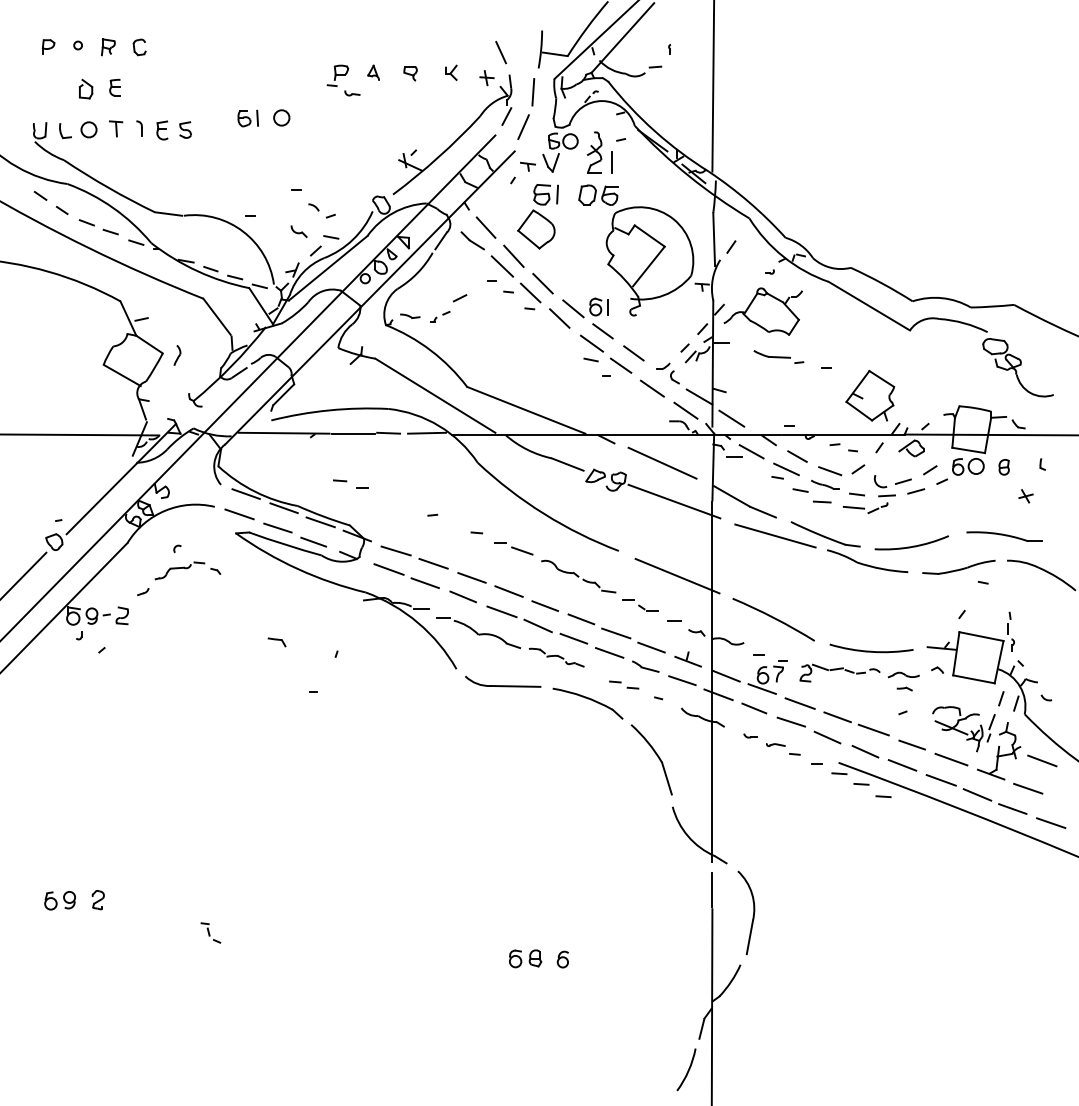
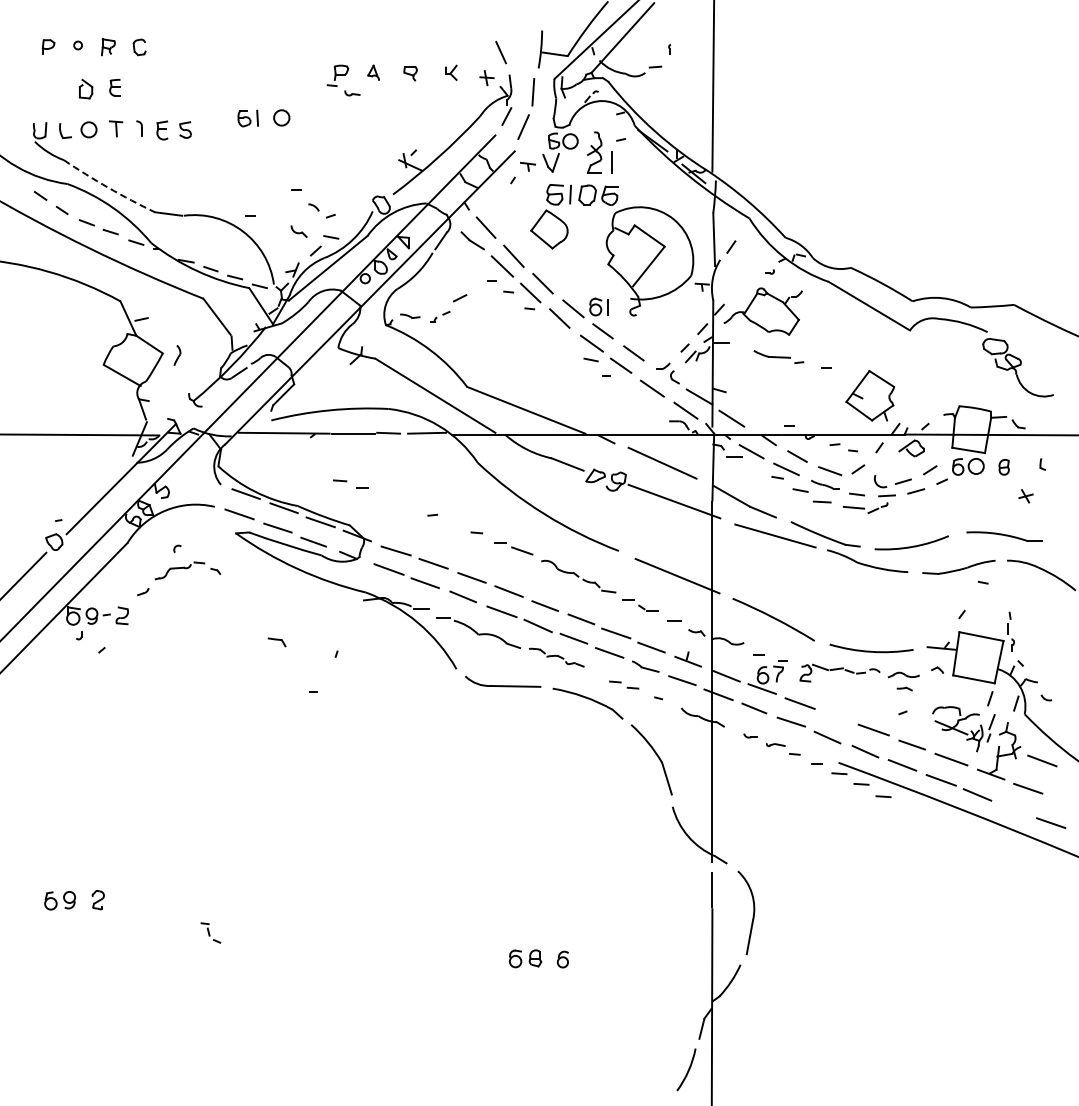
arc at (108, 187): solid -> dashed
part at (537, 216) position: (537, 216) -> (550, 216)
line at (1001, 698) position: (1001, 698) -> (990, 698)
line at (837, 717): present -> none
line at (1012, 808): present -> none
